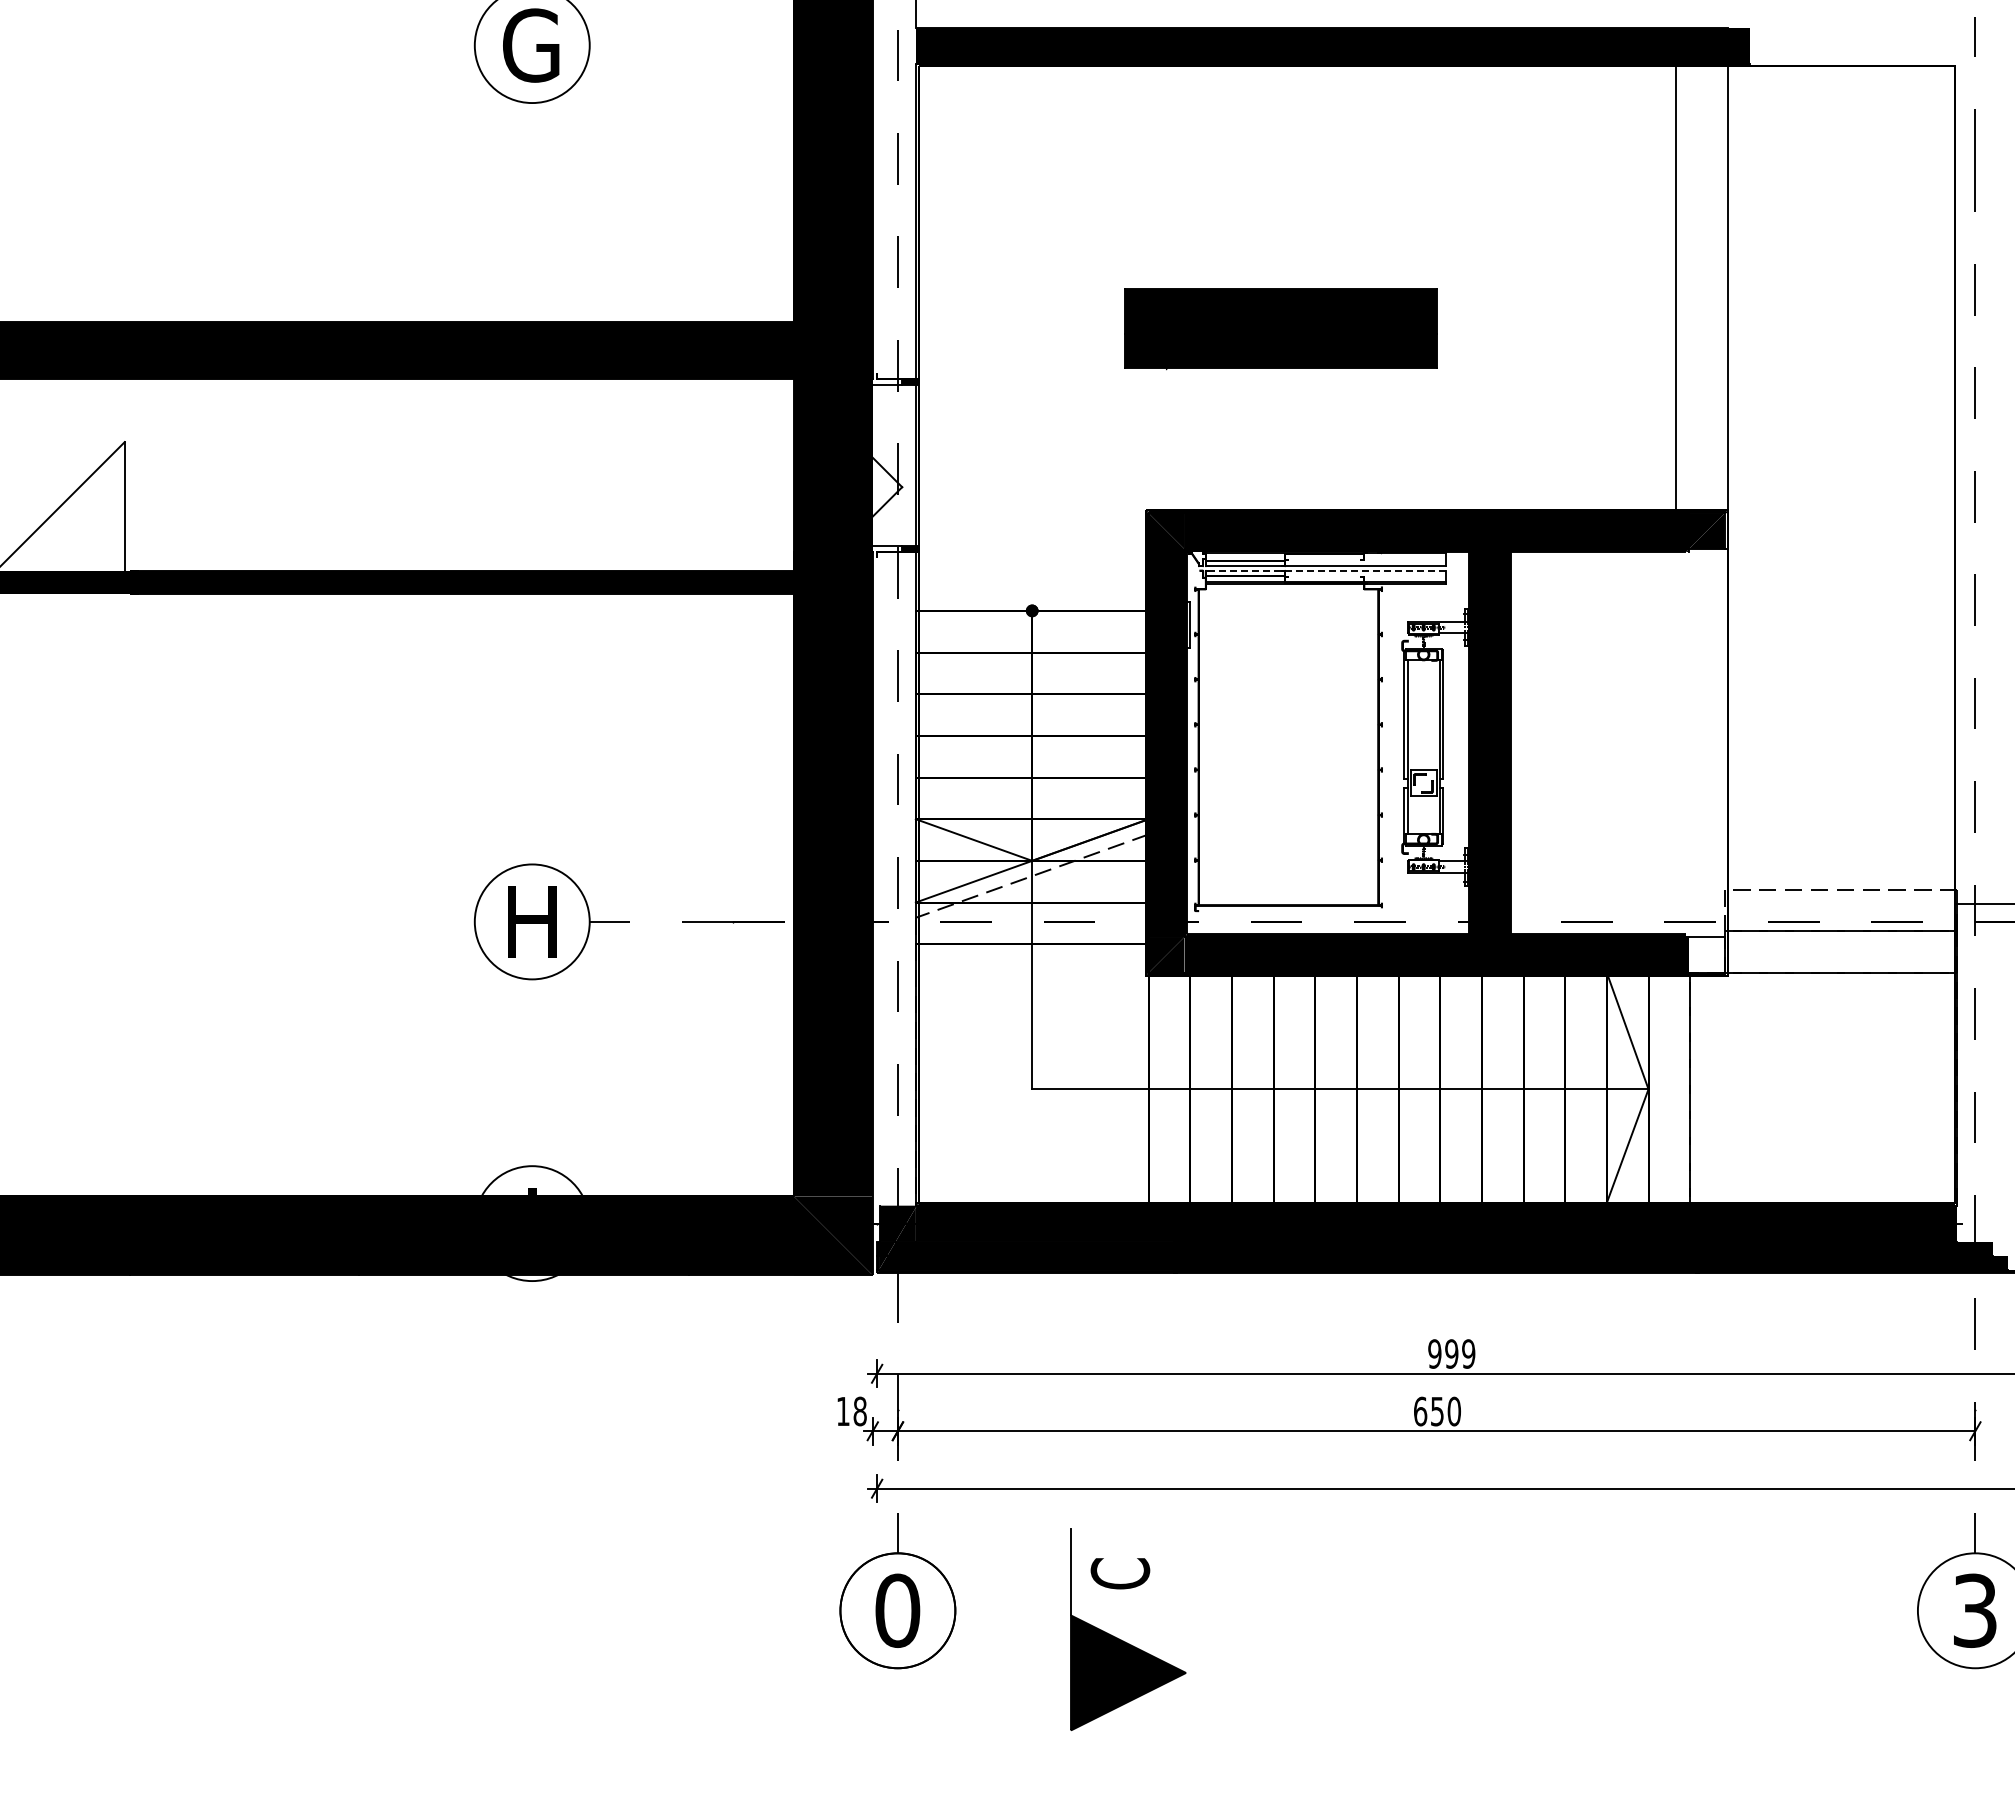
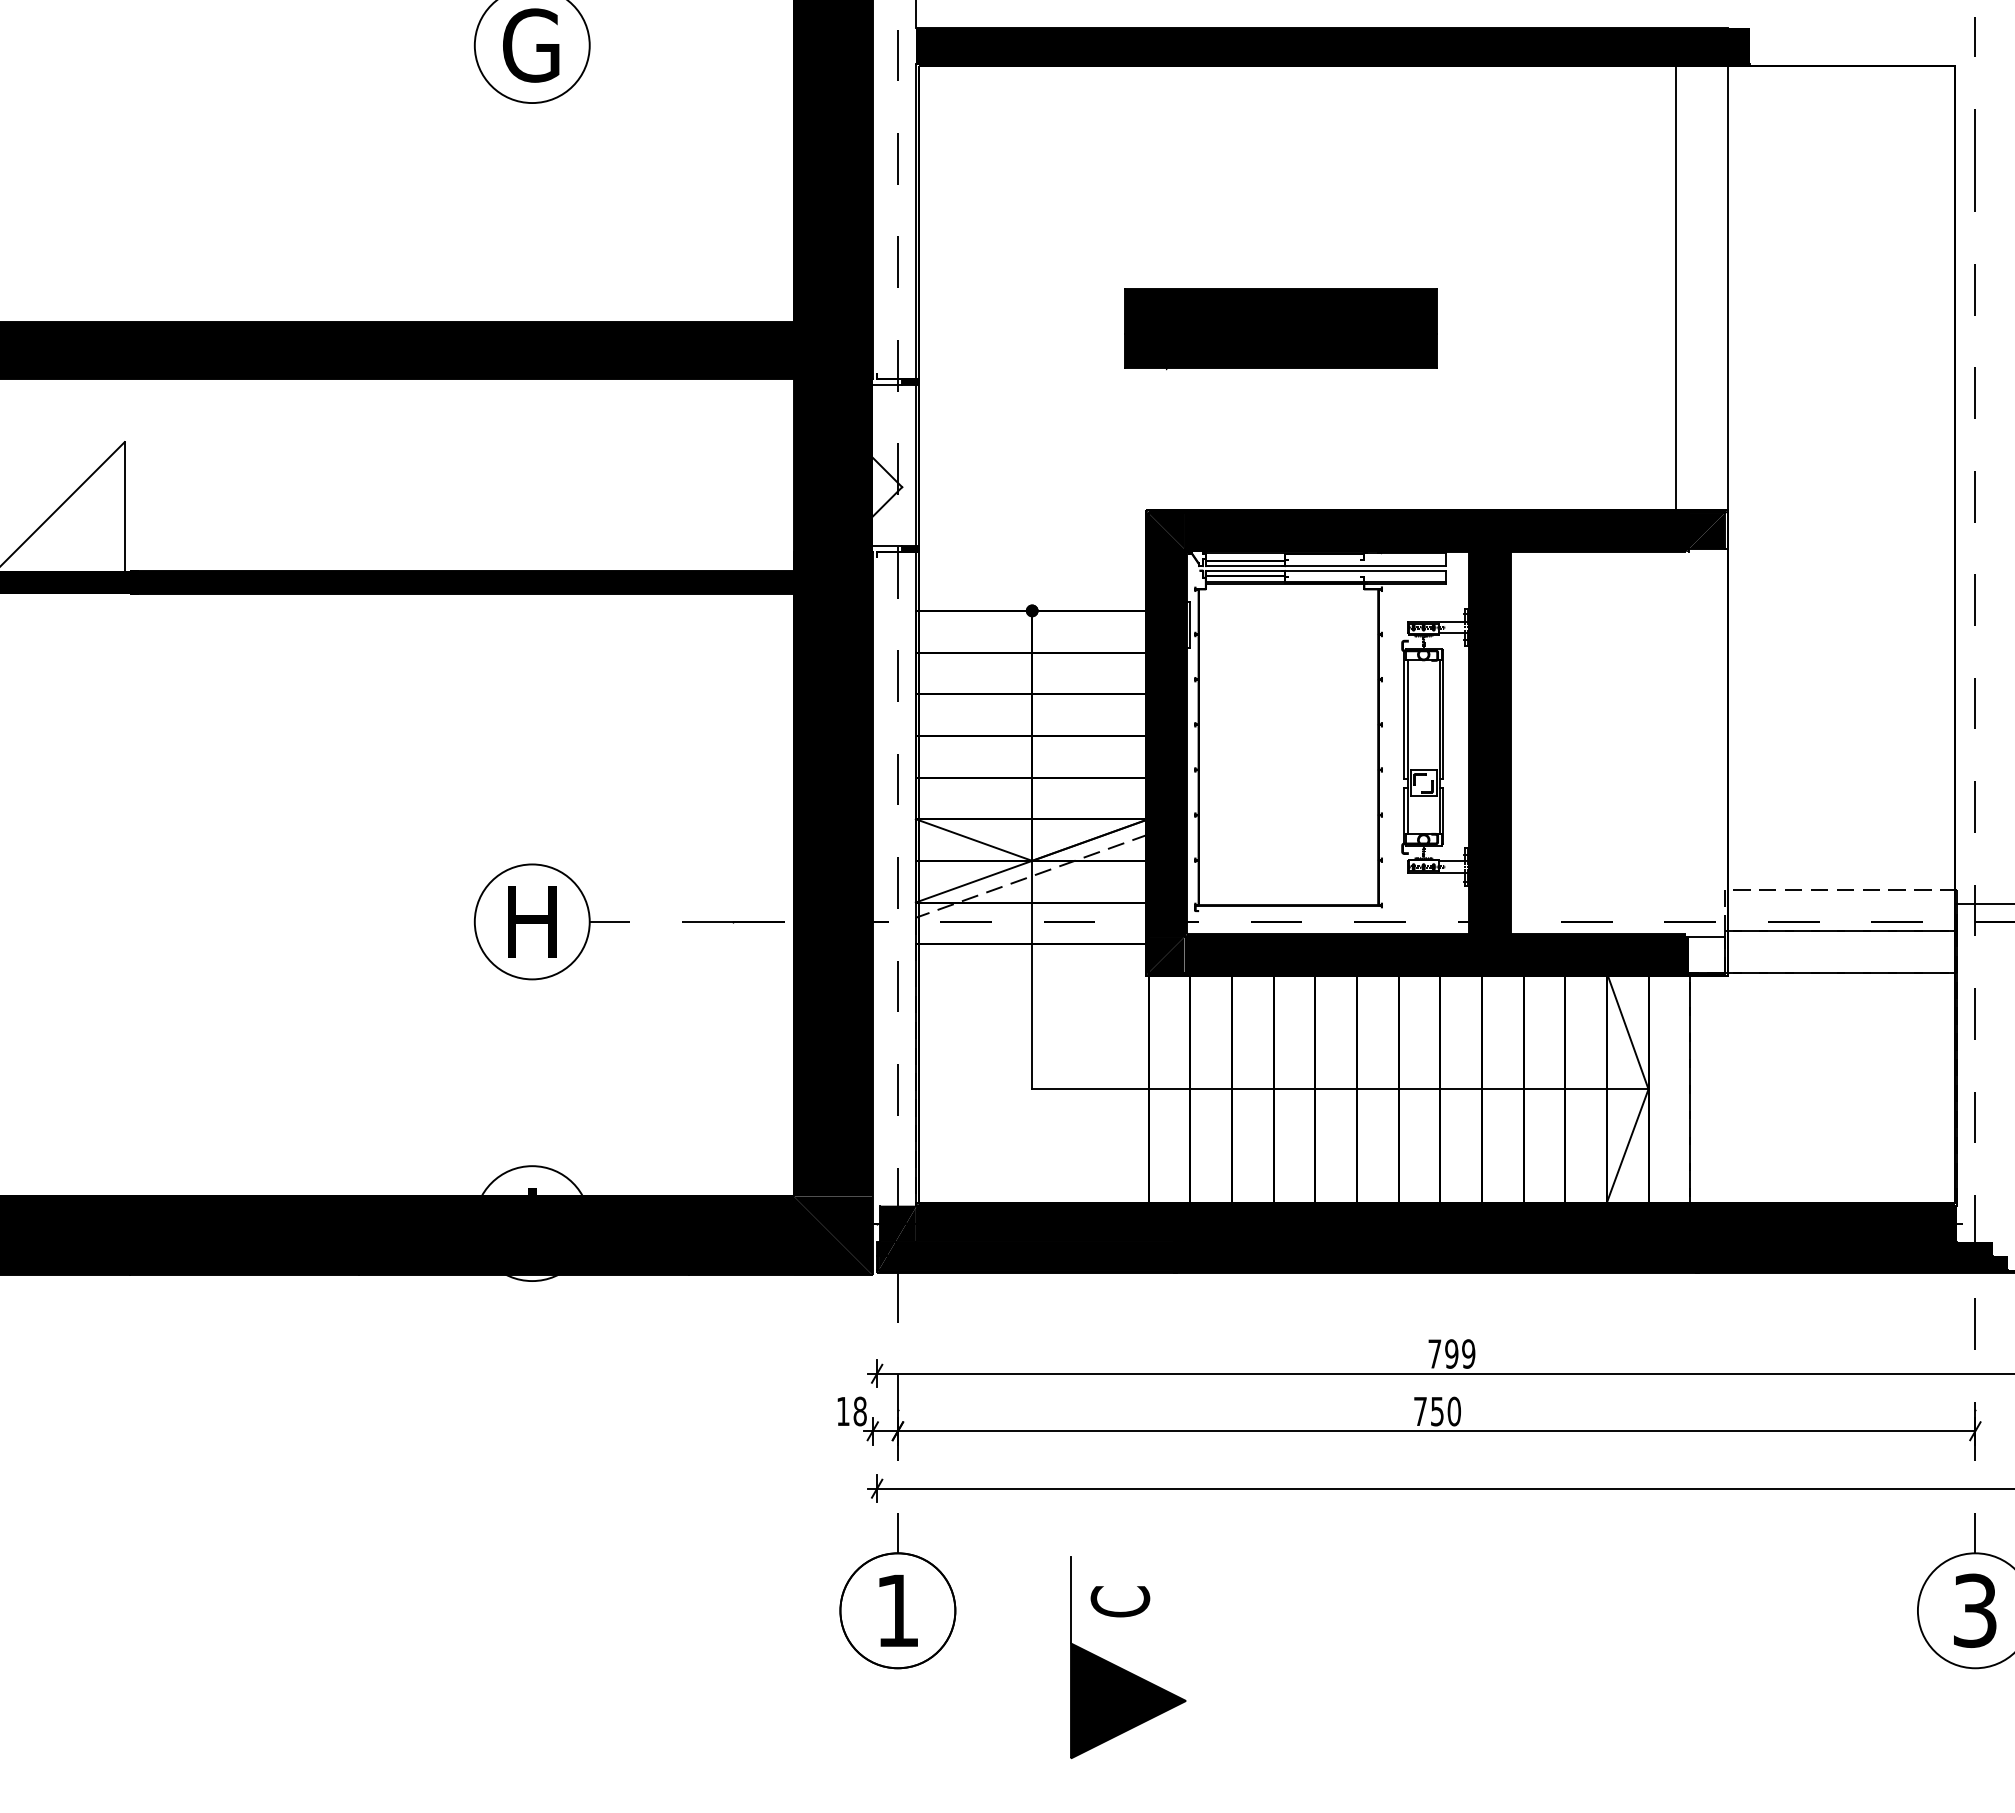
line at (1326, 570): dashed -> solid
text at (1434, 1353): 999 -> 799
text at (1420, 1411): 650 -> 750
text at (897, 1610): 0 -> 1
part at (1123, 1640) position: (1123, 1640) -> (1123, 1668)
